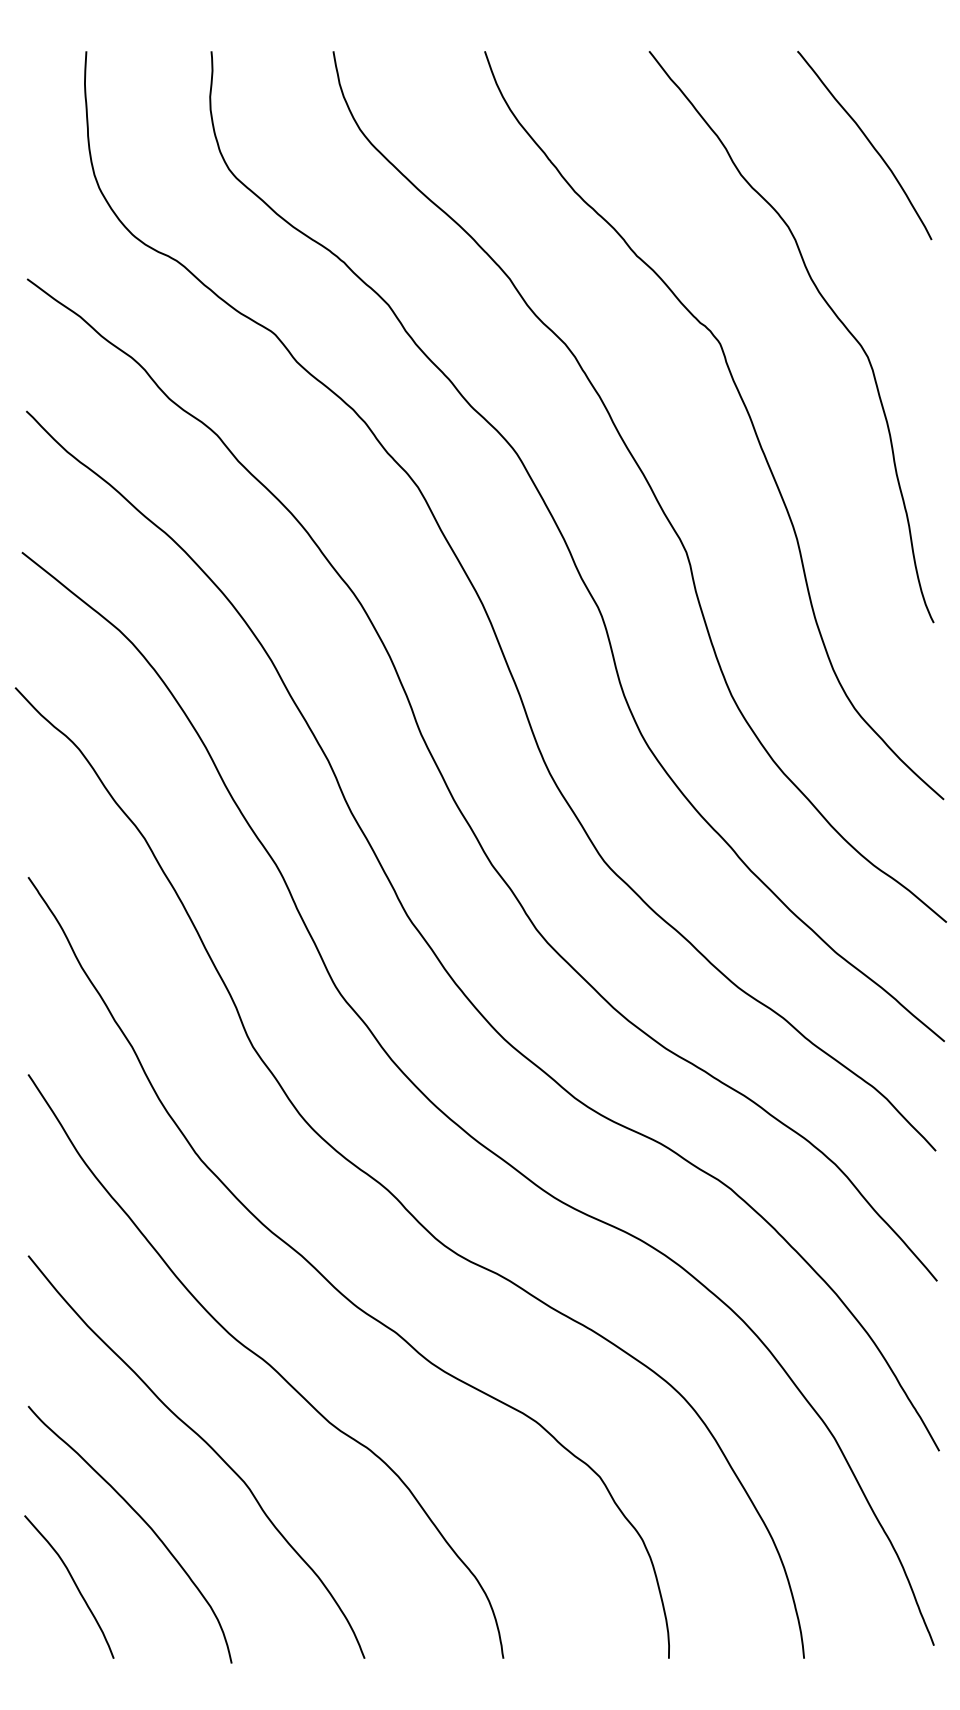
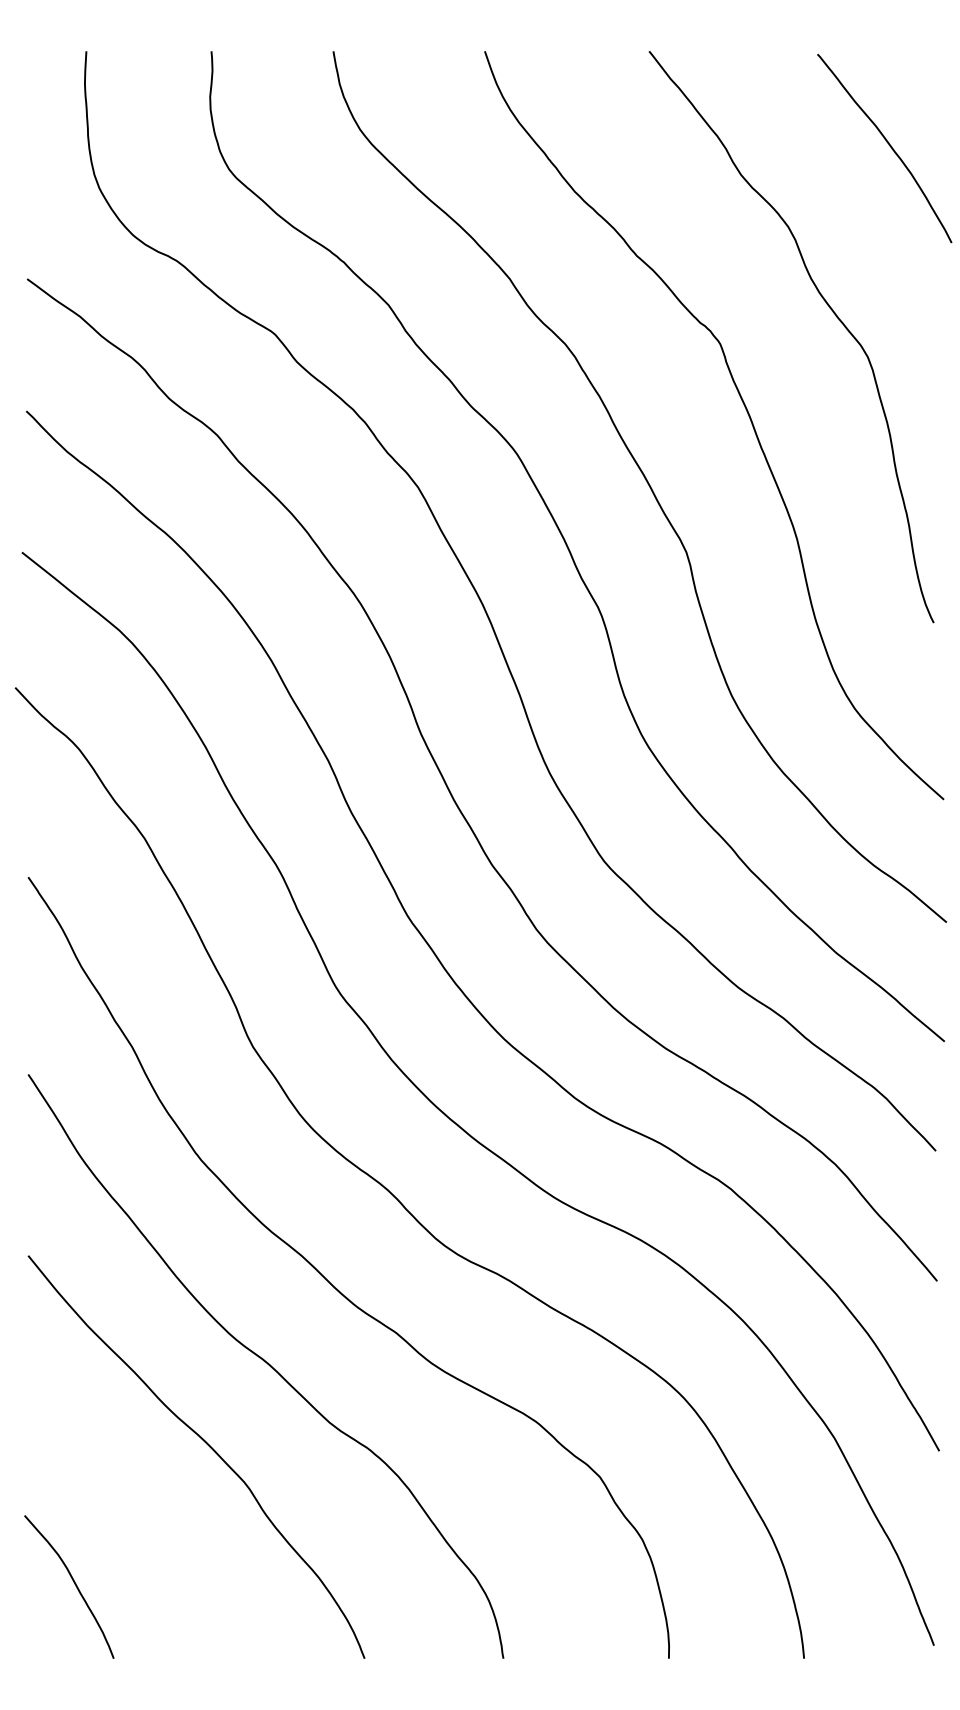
curve at (869, 143) position: (869, 143) -> (889, 146)
curve at (142, 1520): present -> none
